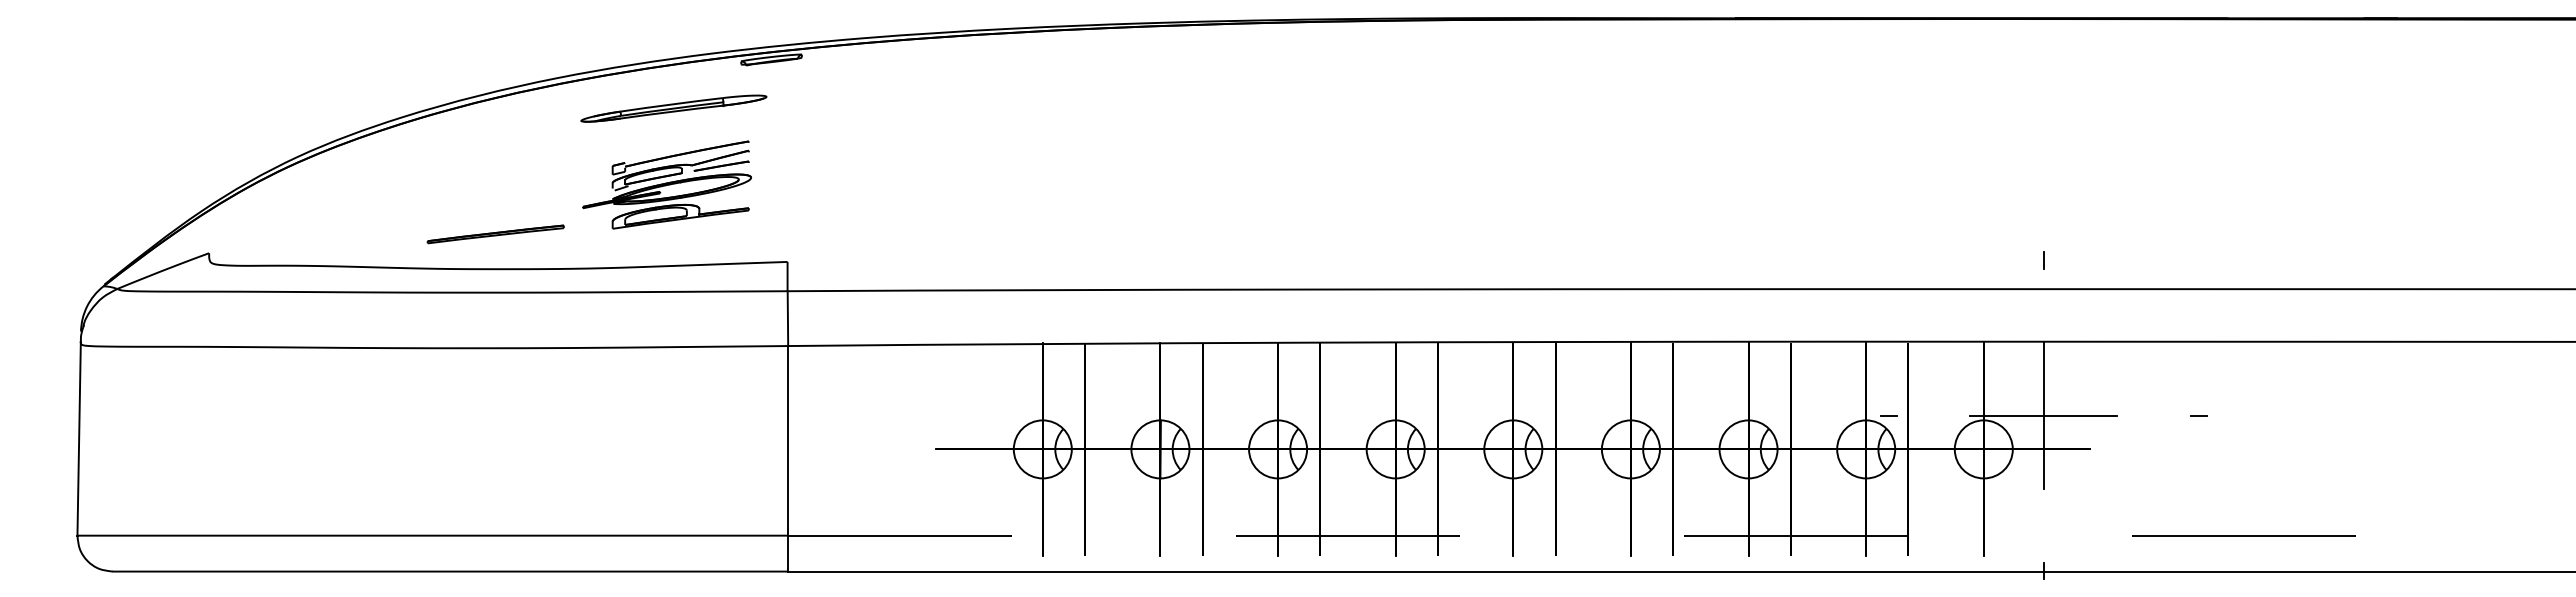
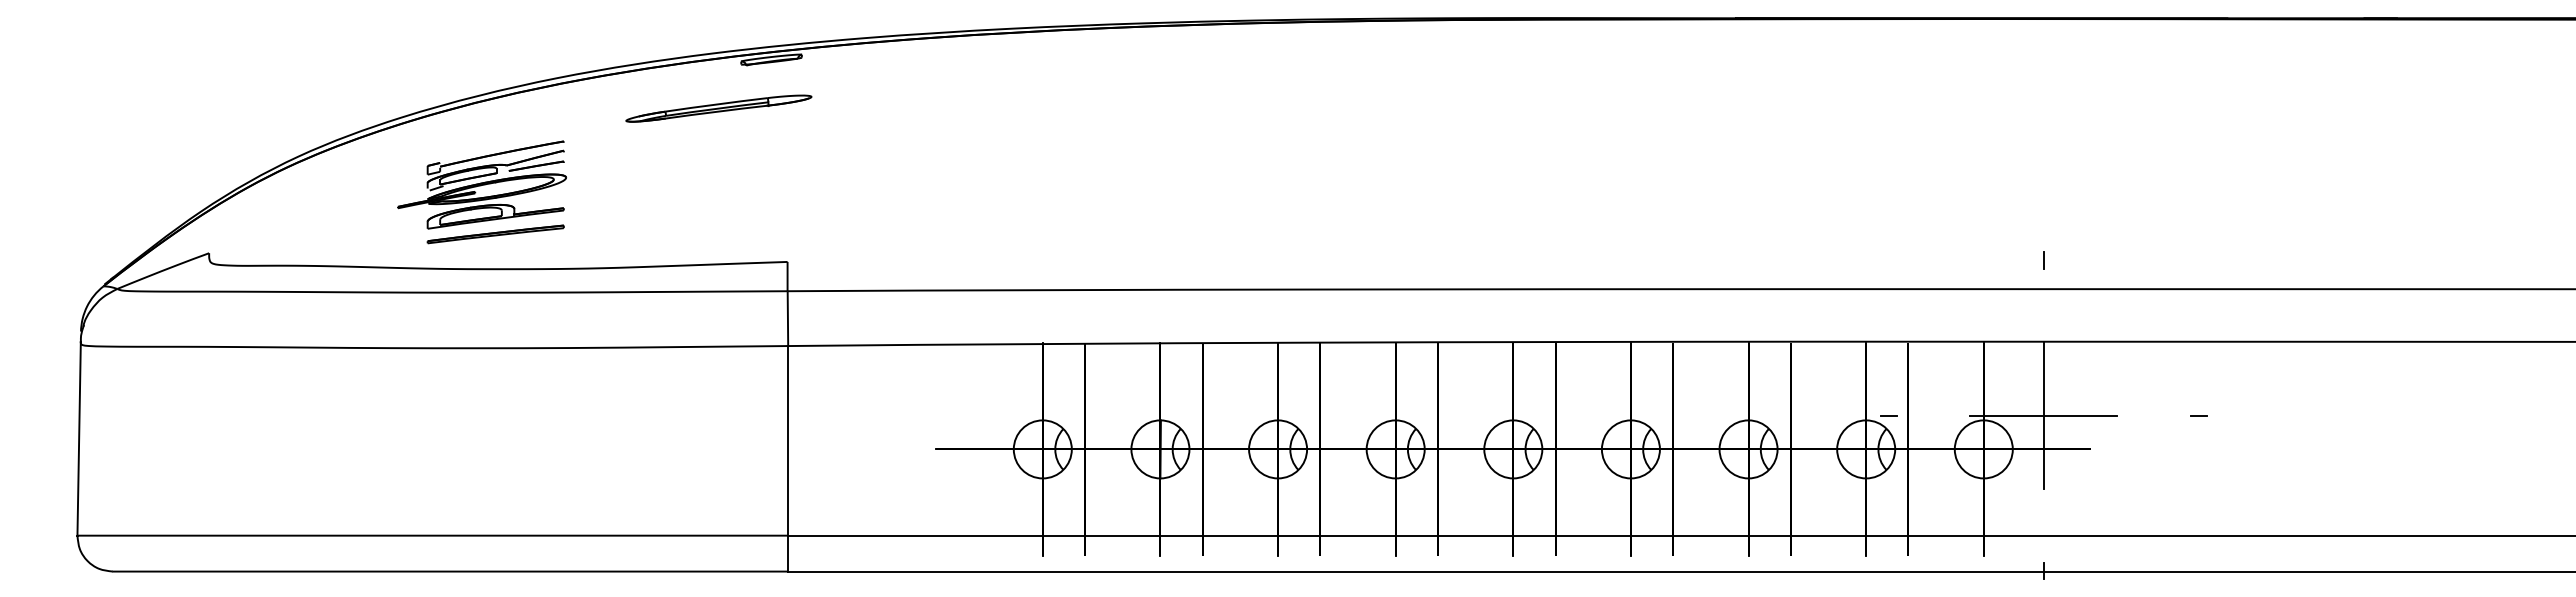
part at (673, 108) position: (673, 108) -> (718, 108)
part at (666, 184) position: (666, 184) -> (481, 184)
line at (1681, 535): dashed -> solid
